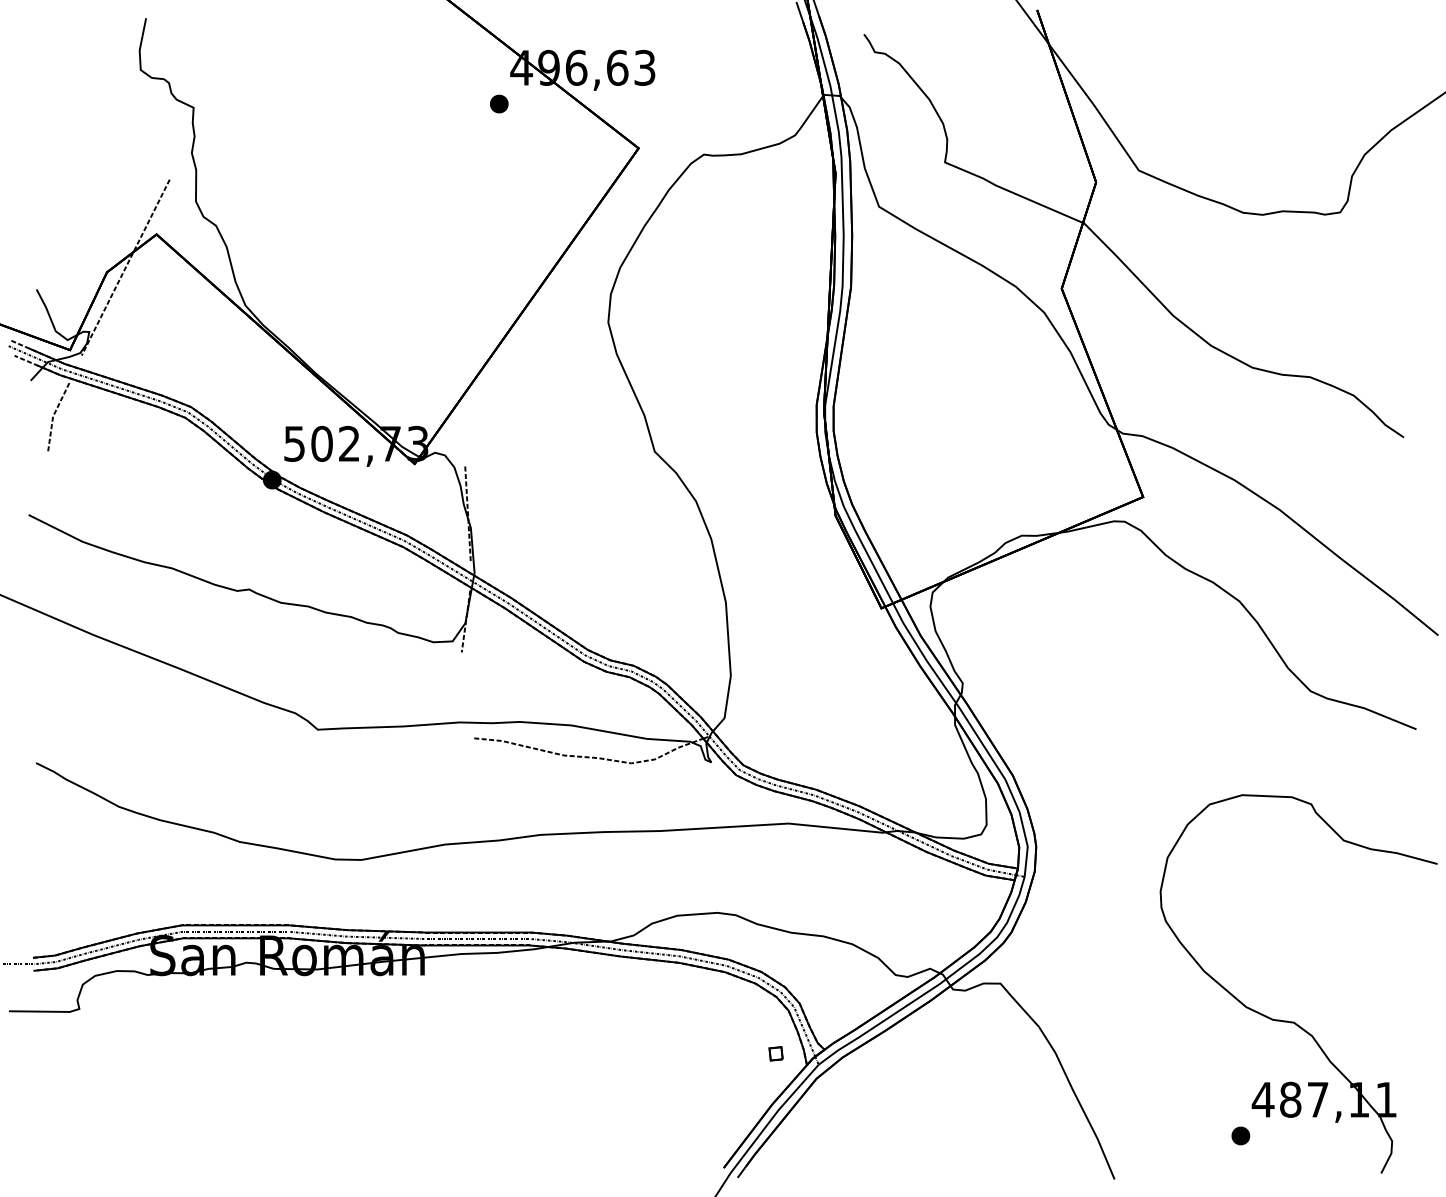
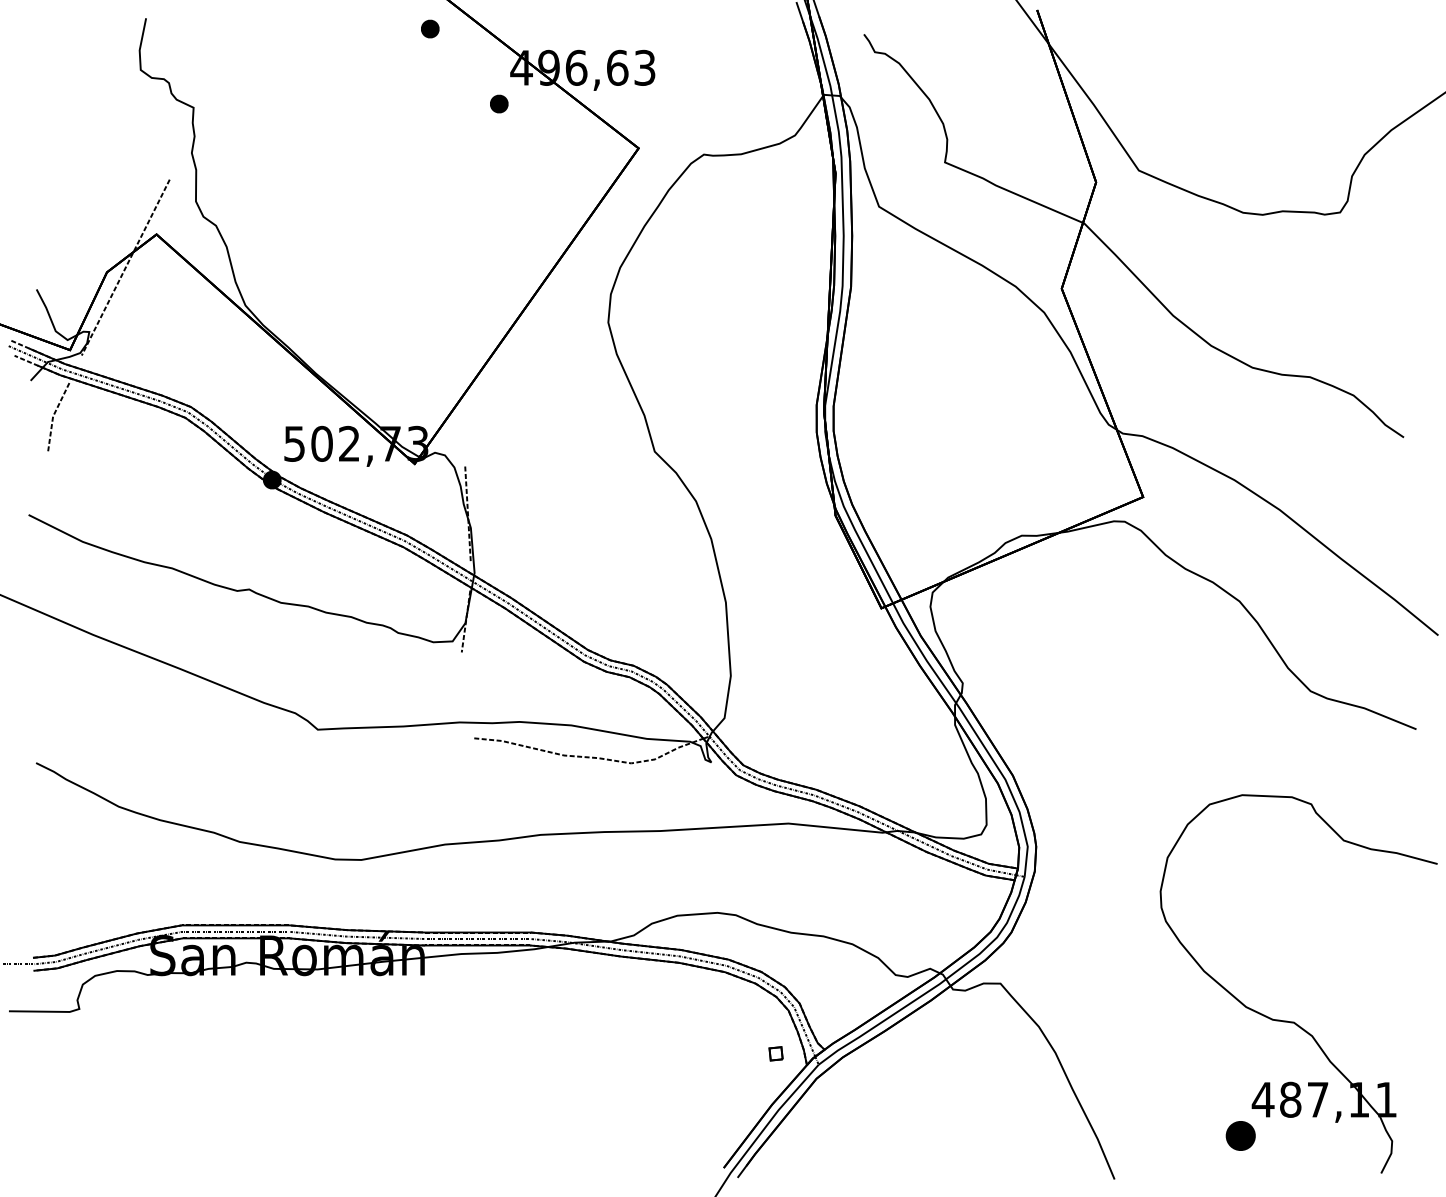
part at (430, 28): none -> present
part at (1240, 1135) size: 20x20 px -> 31x30 px
